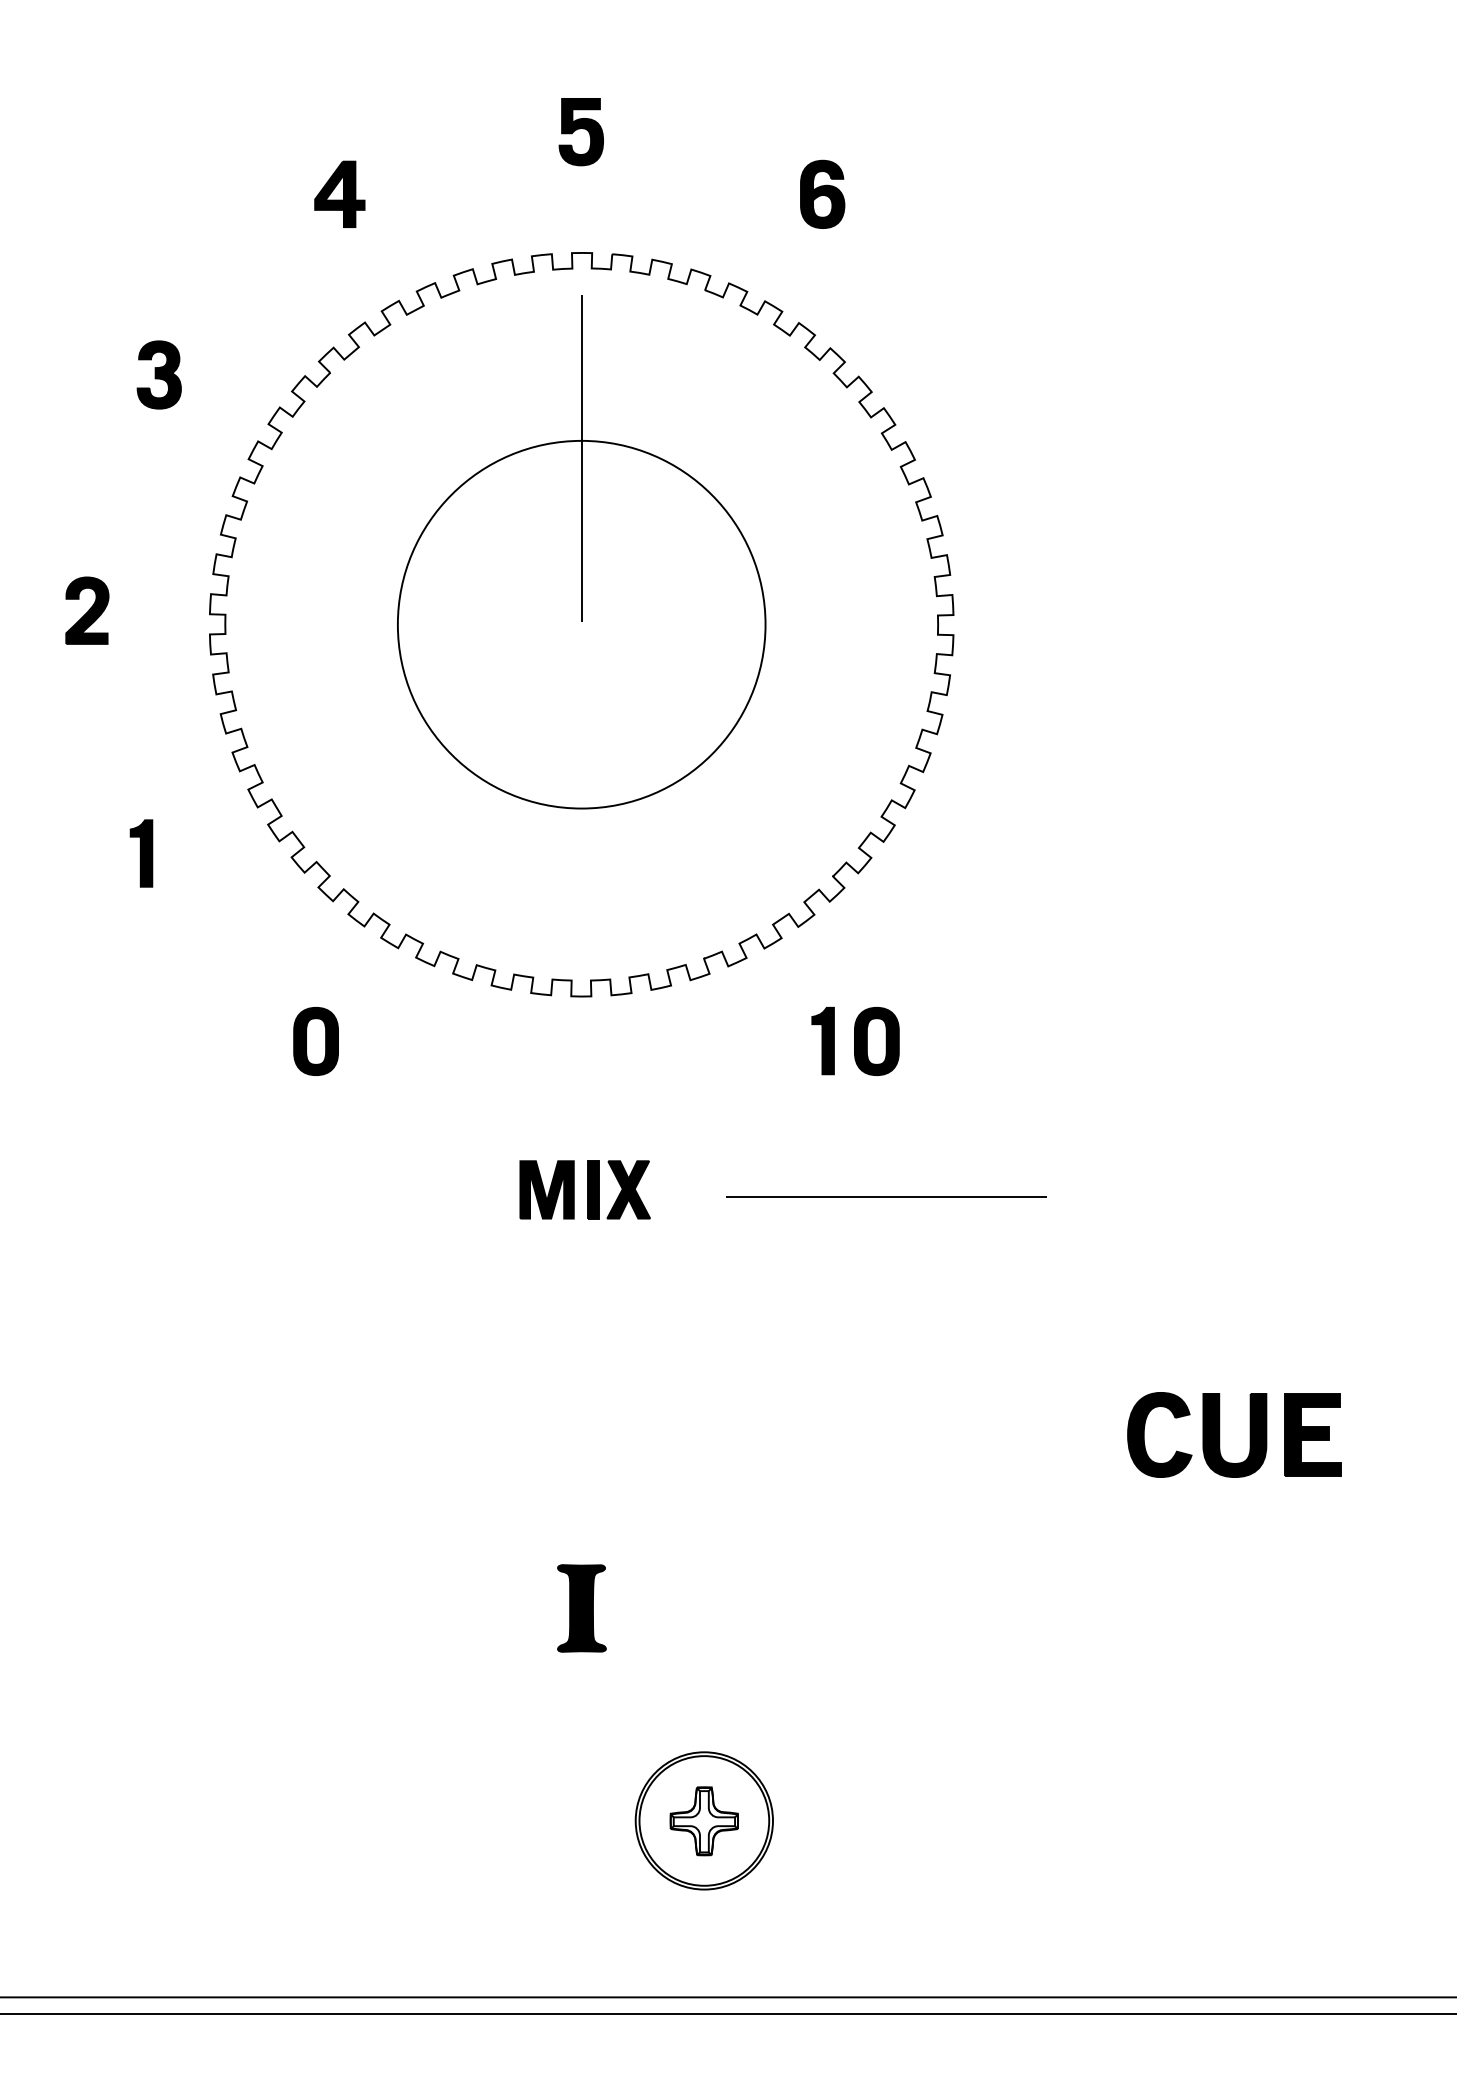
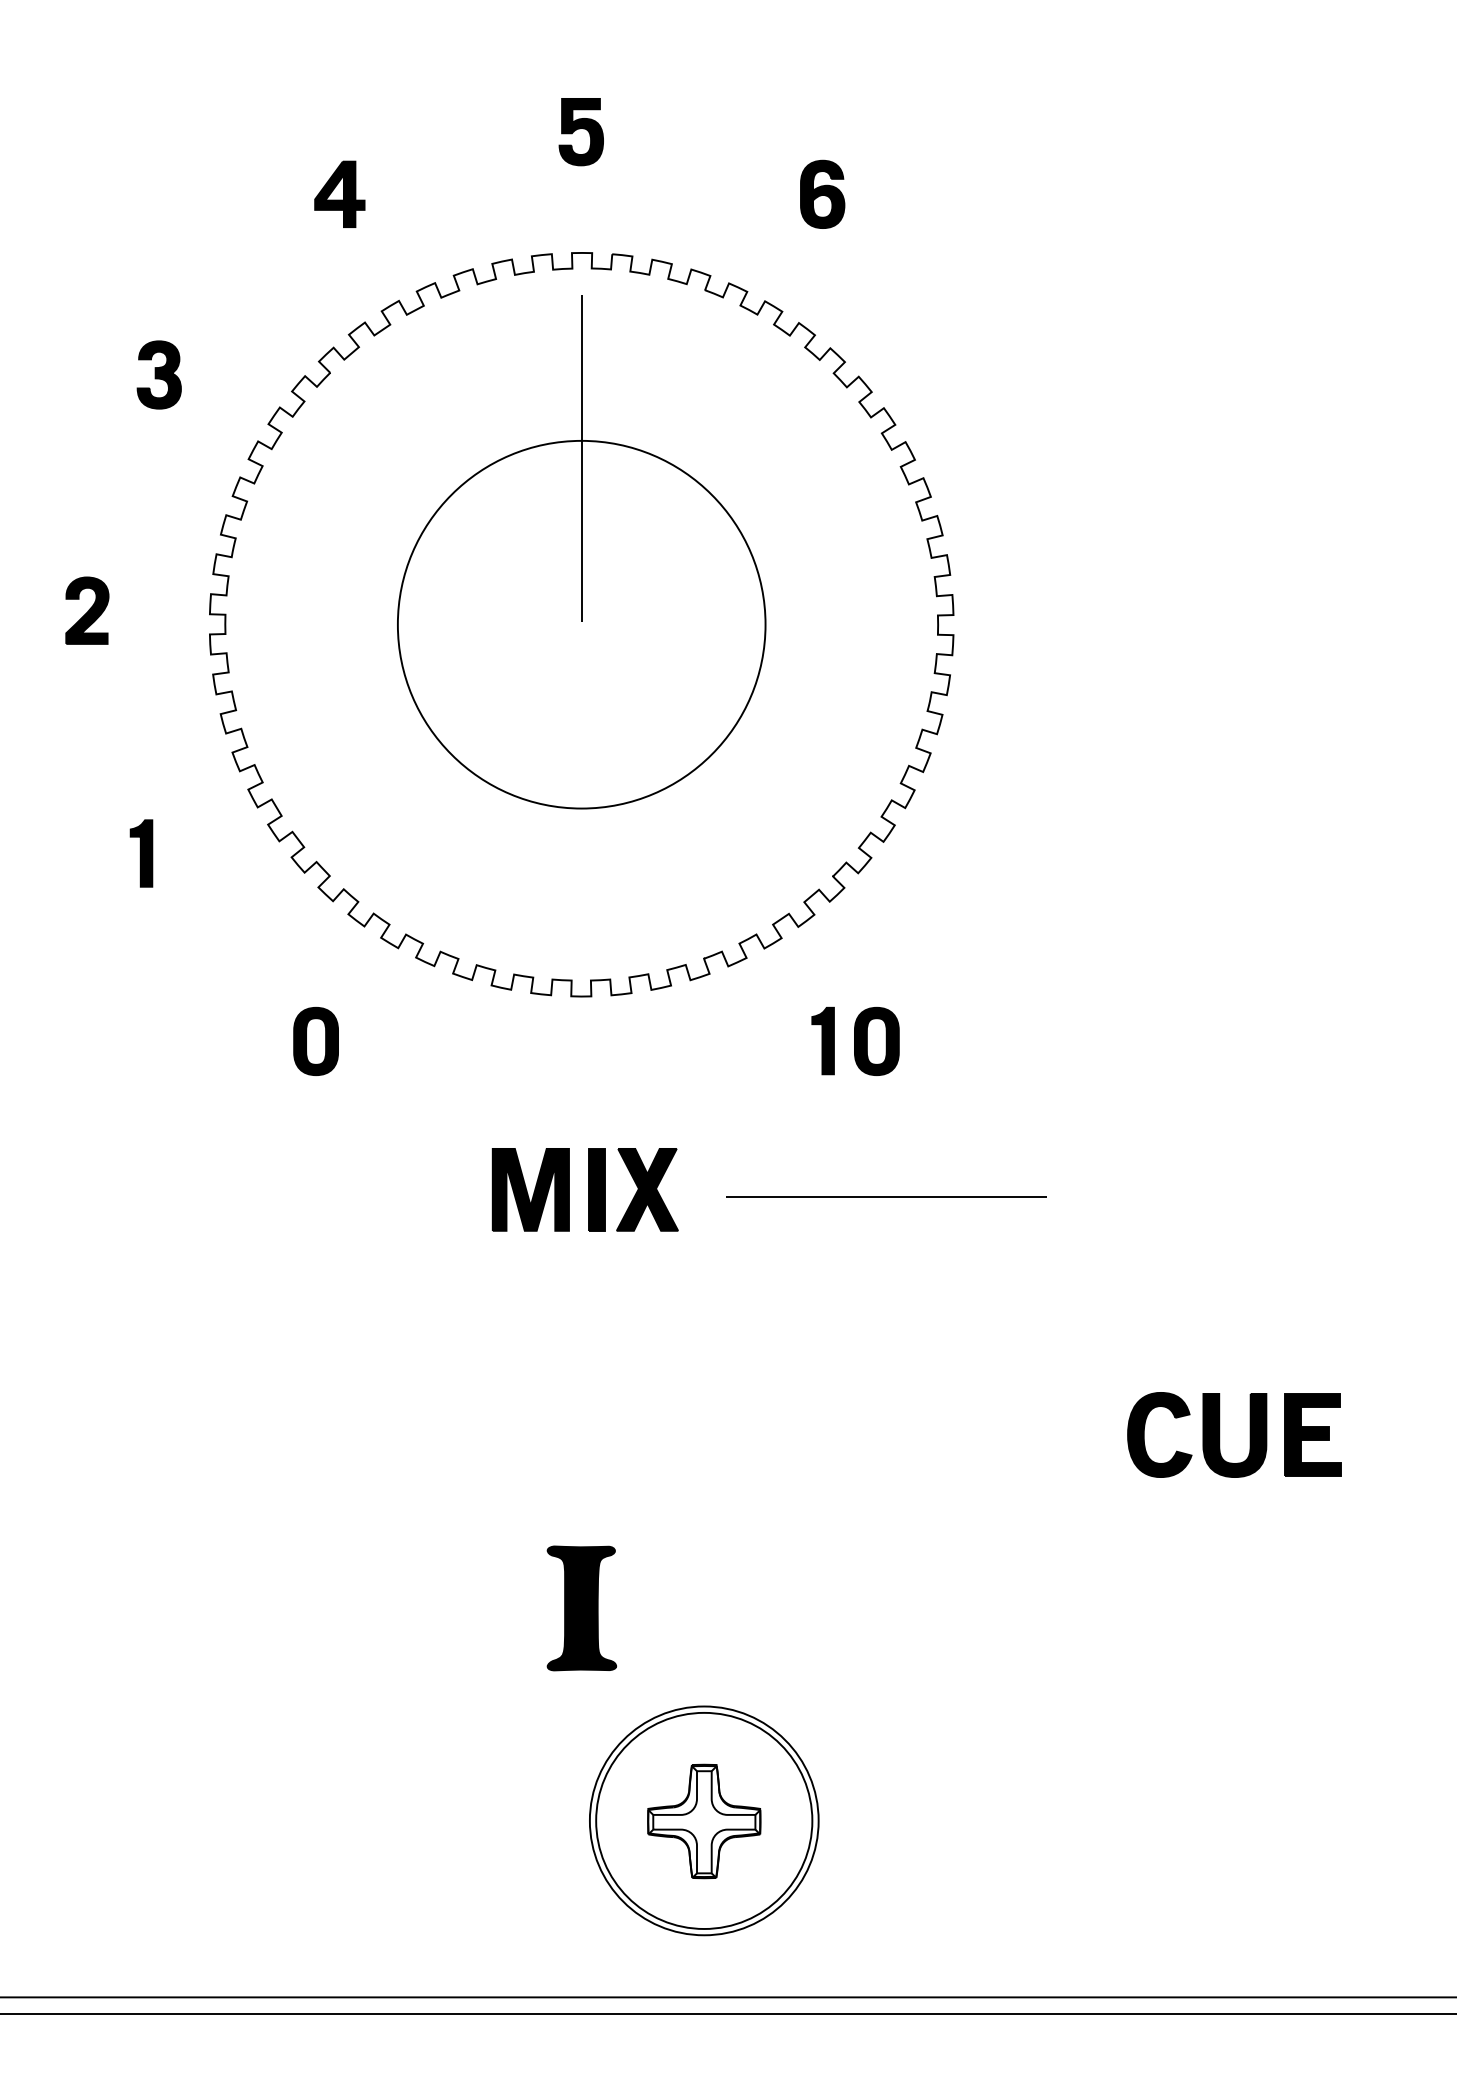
part at (584, 1189) size: 132x60 px -> 188x84 px
part at (581, 1608) size: 50x89 px -> 72x127 px
part at (703, 1820) size: 140x140 px -> 231x232 px
